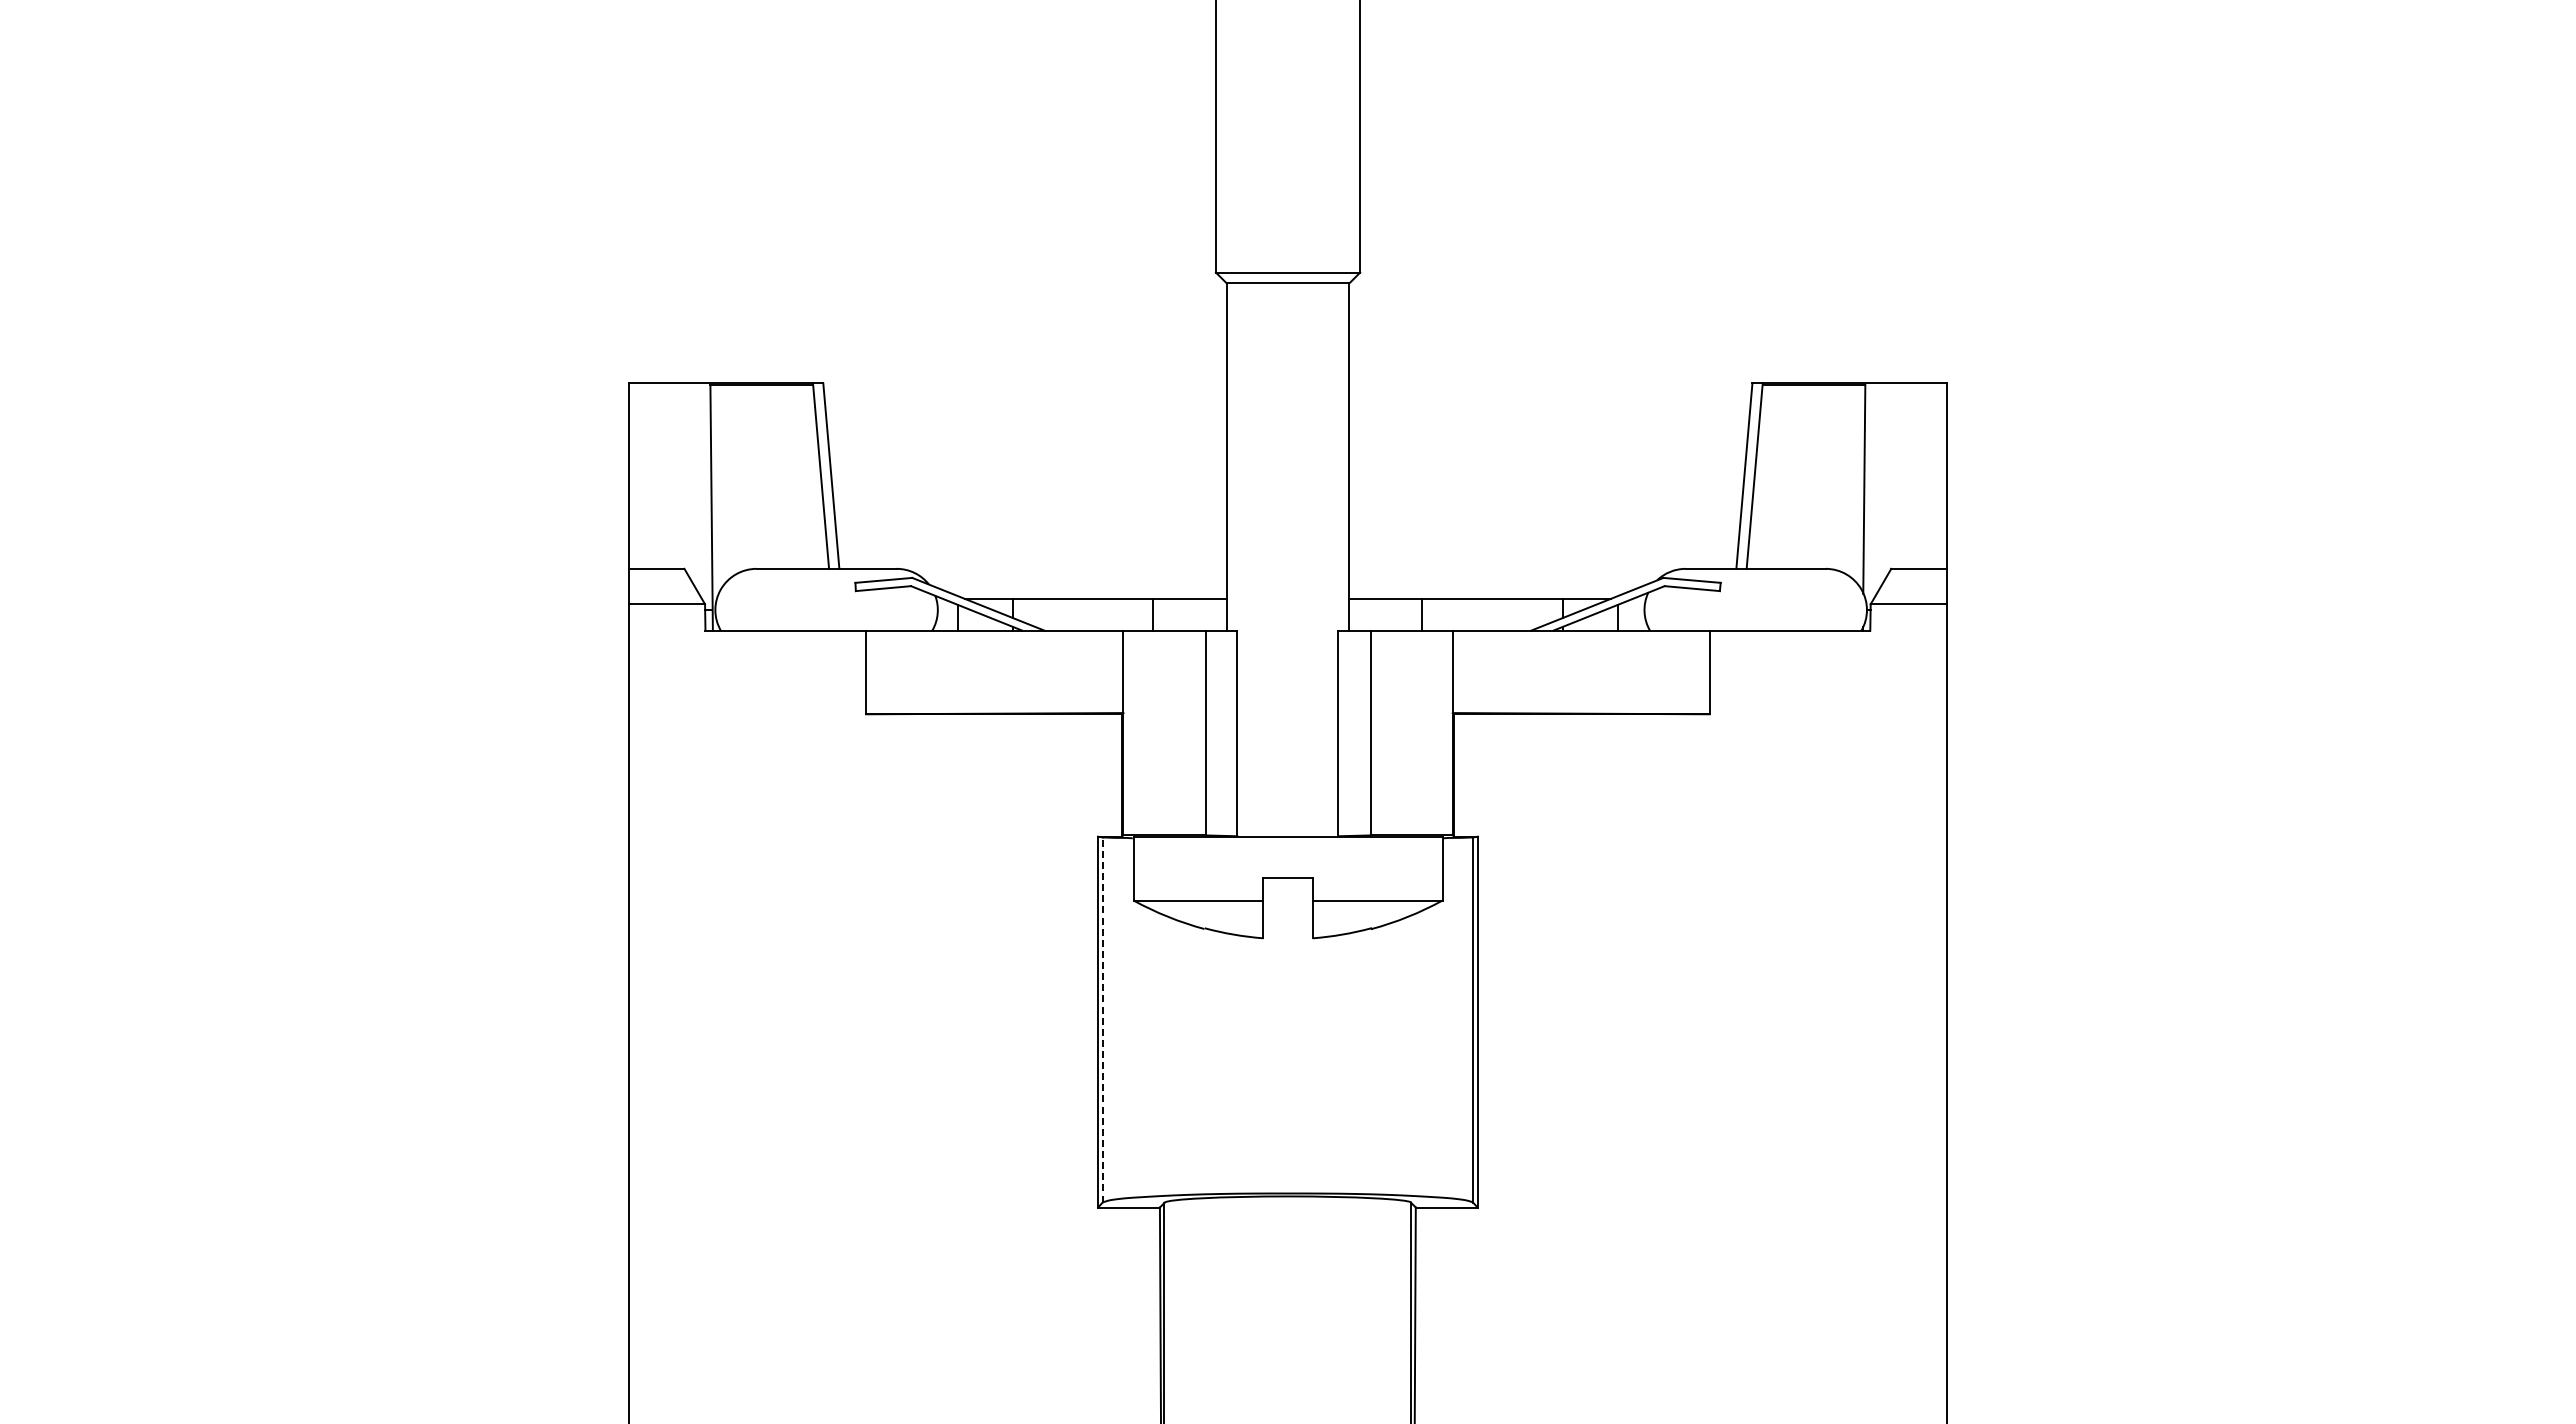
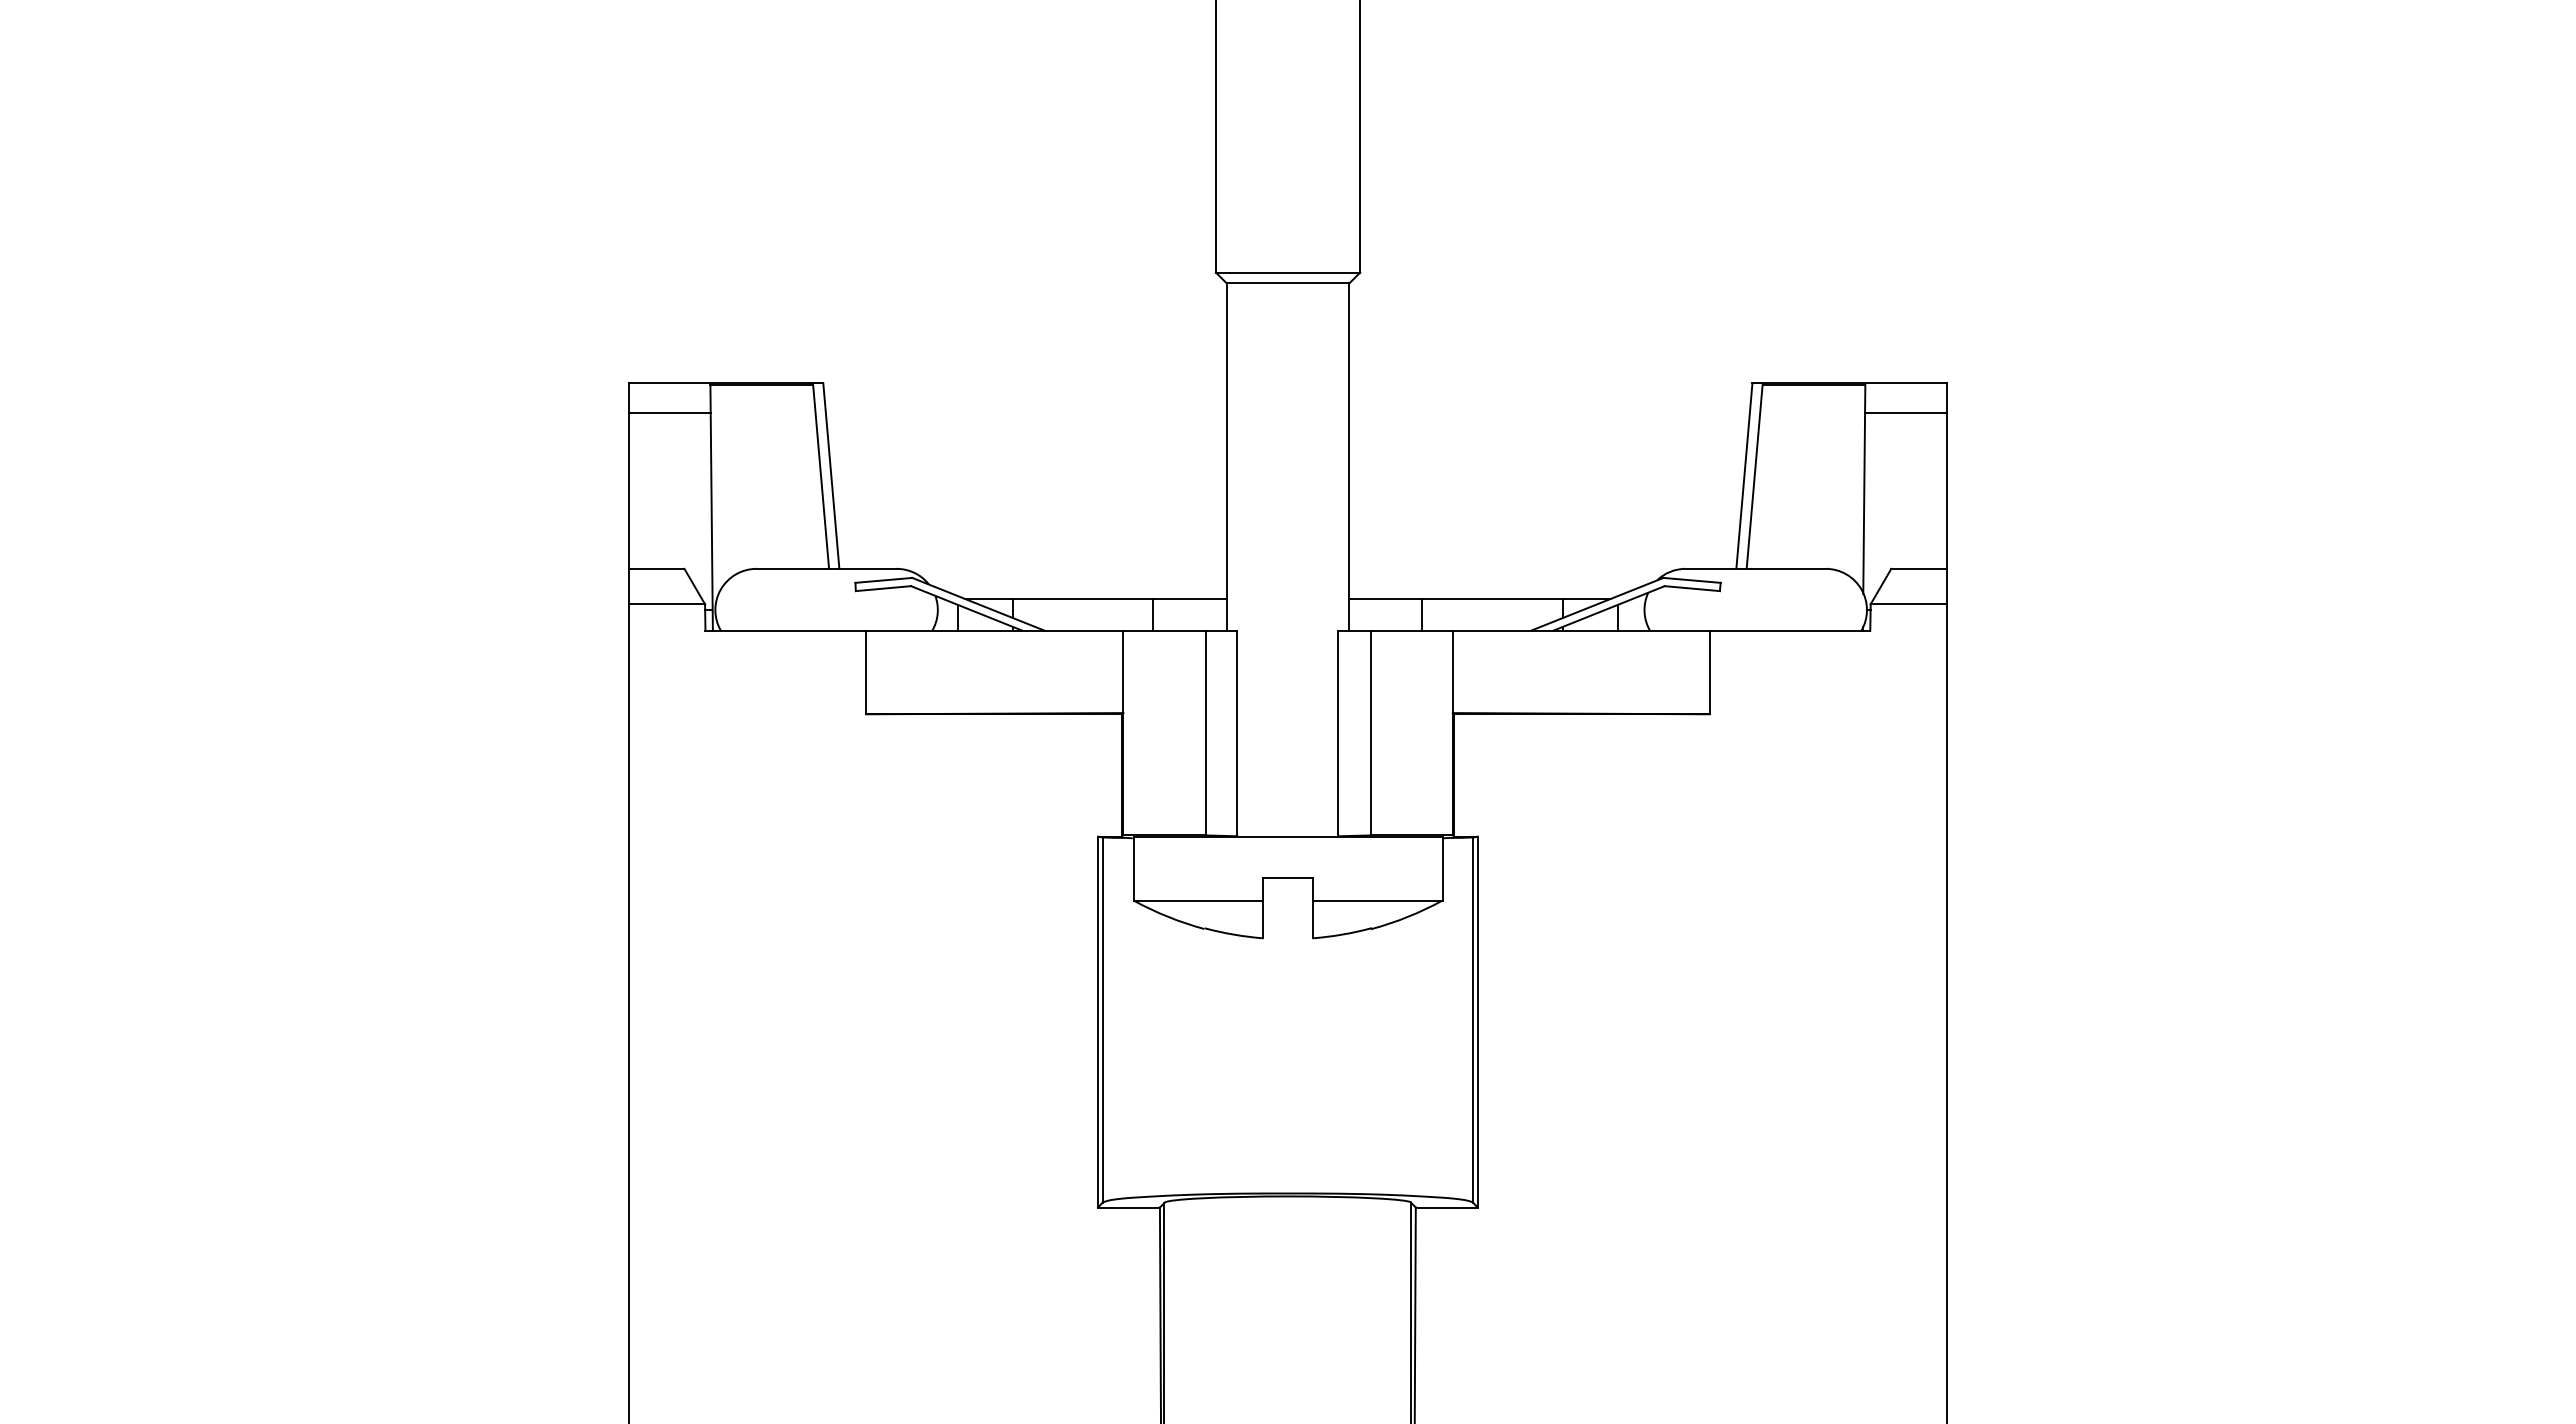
line at (669, 413): none -> present
line at (1905, 413): none -> present
line at (1102, 1020): dashed -> solid
